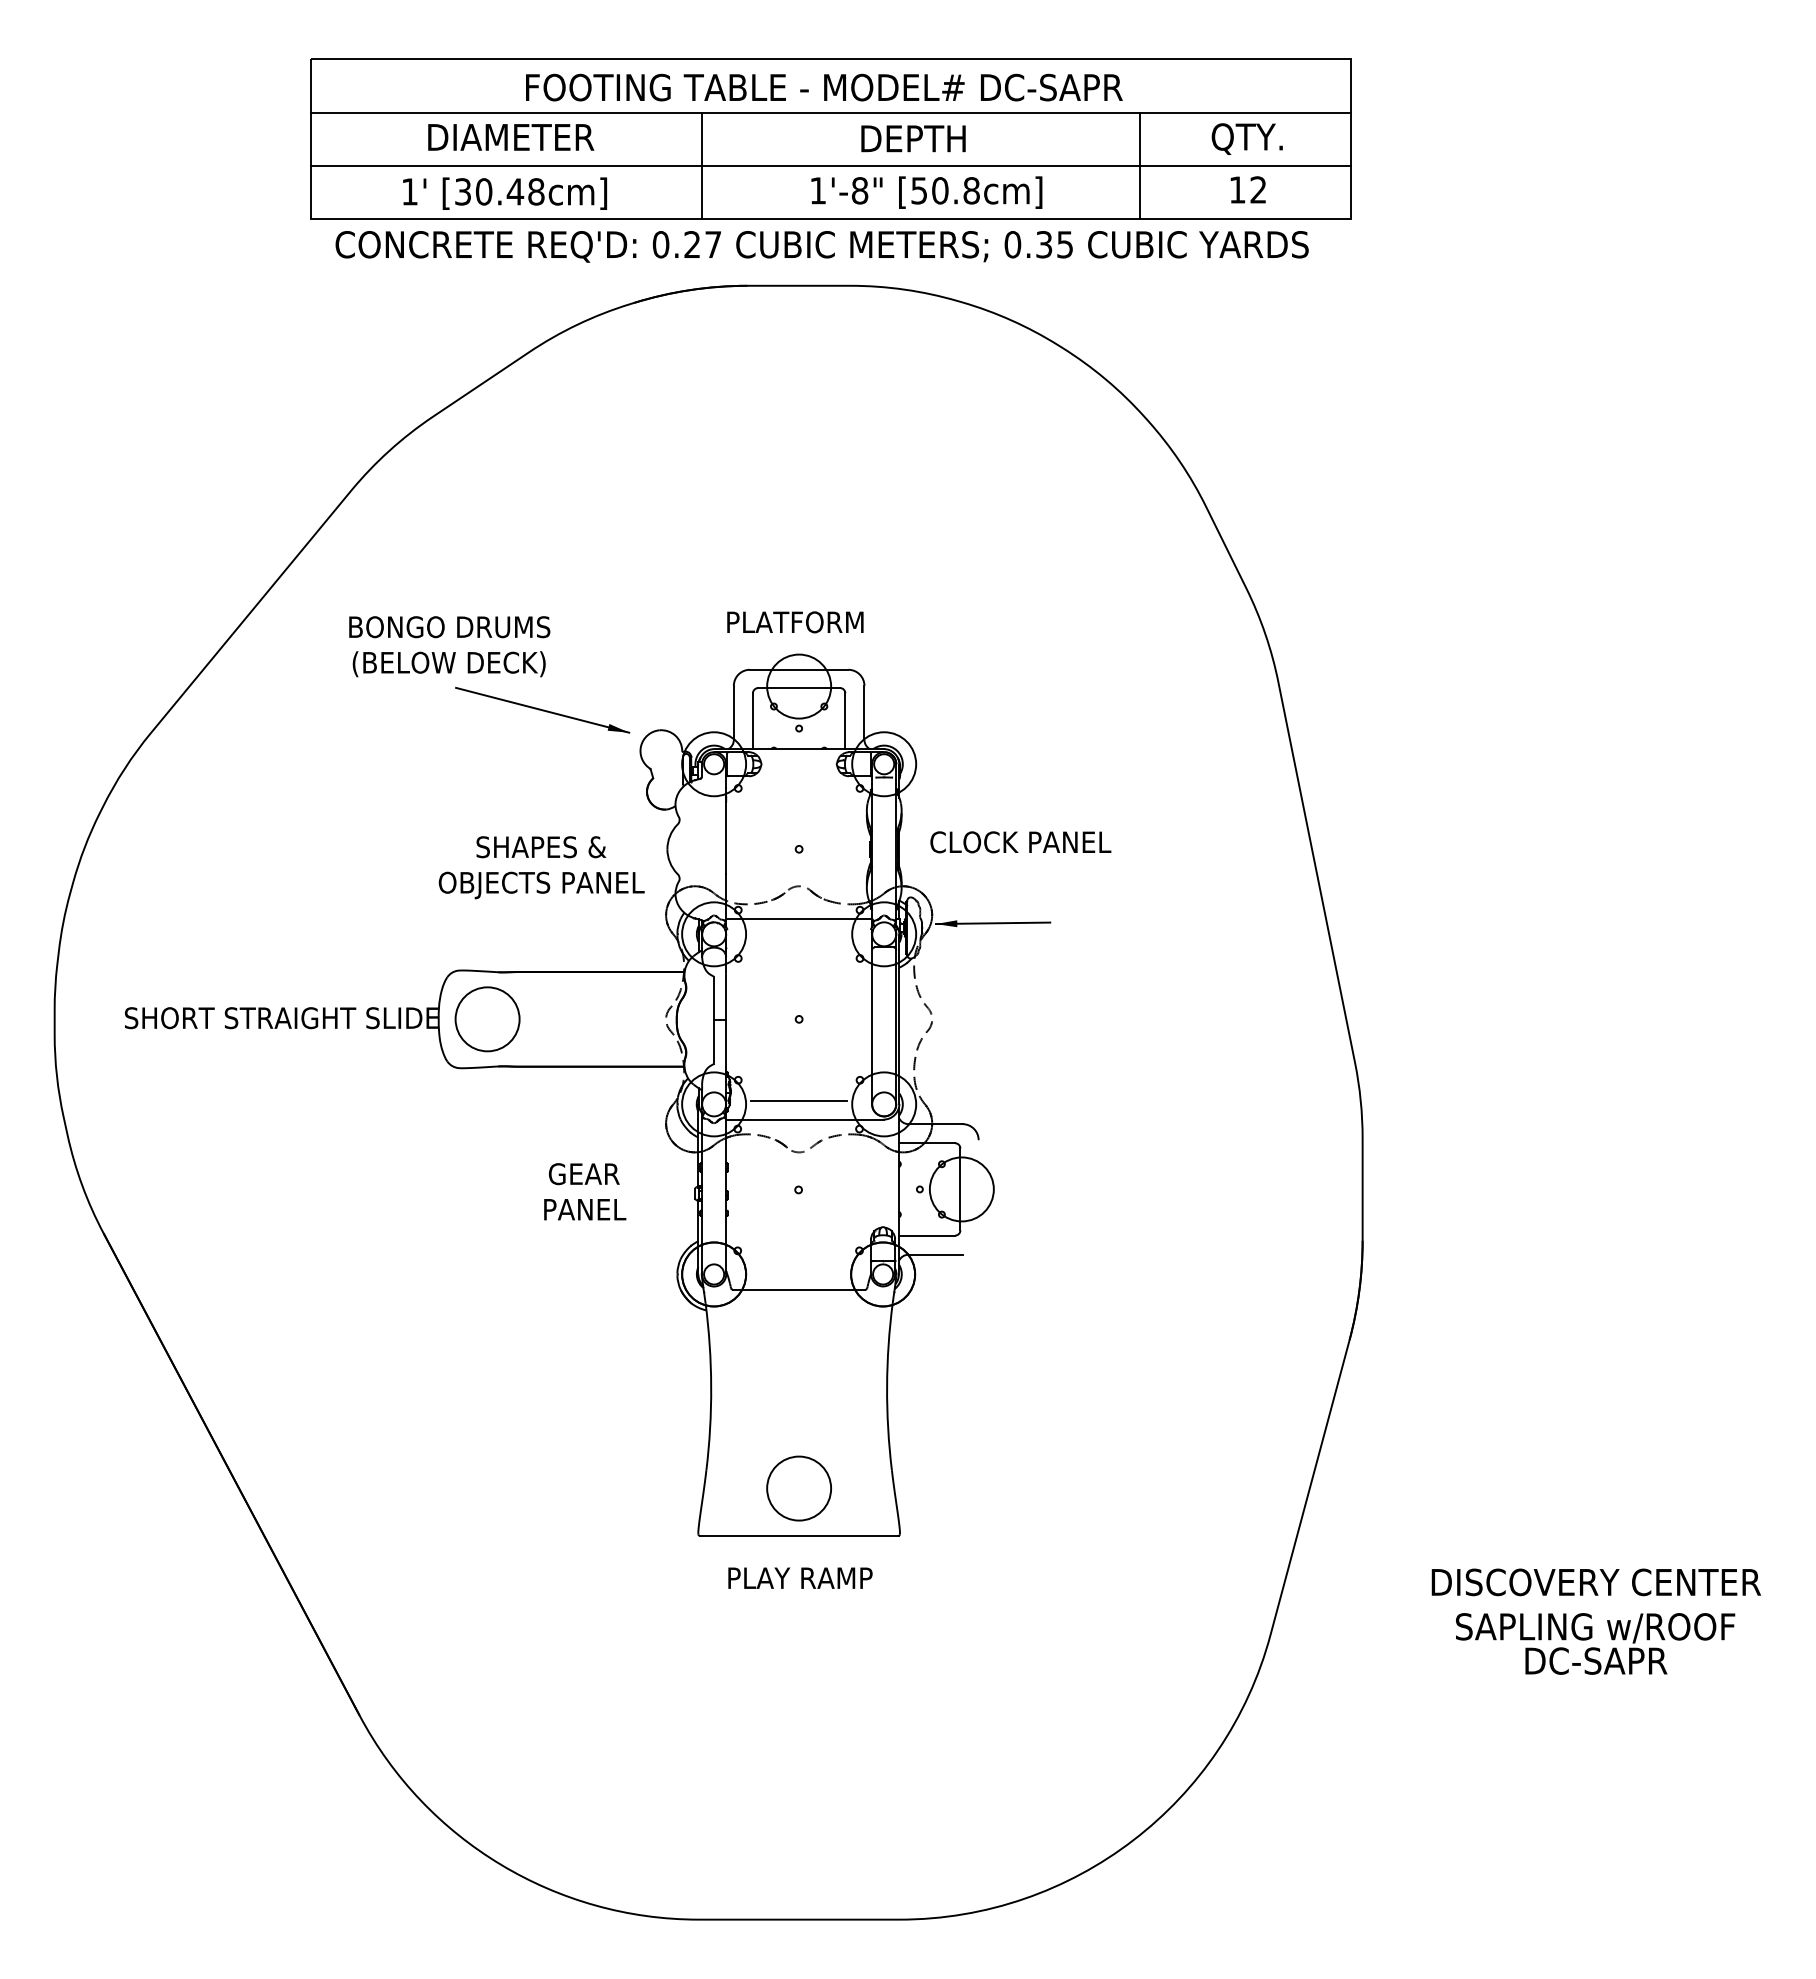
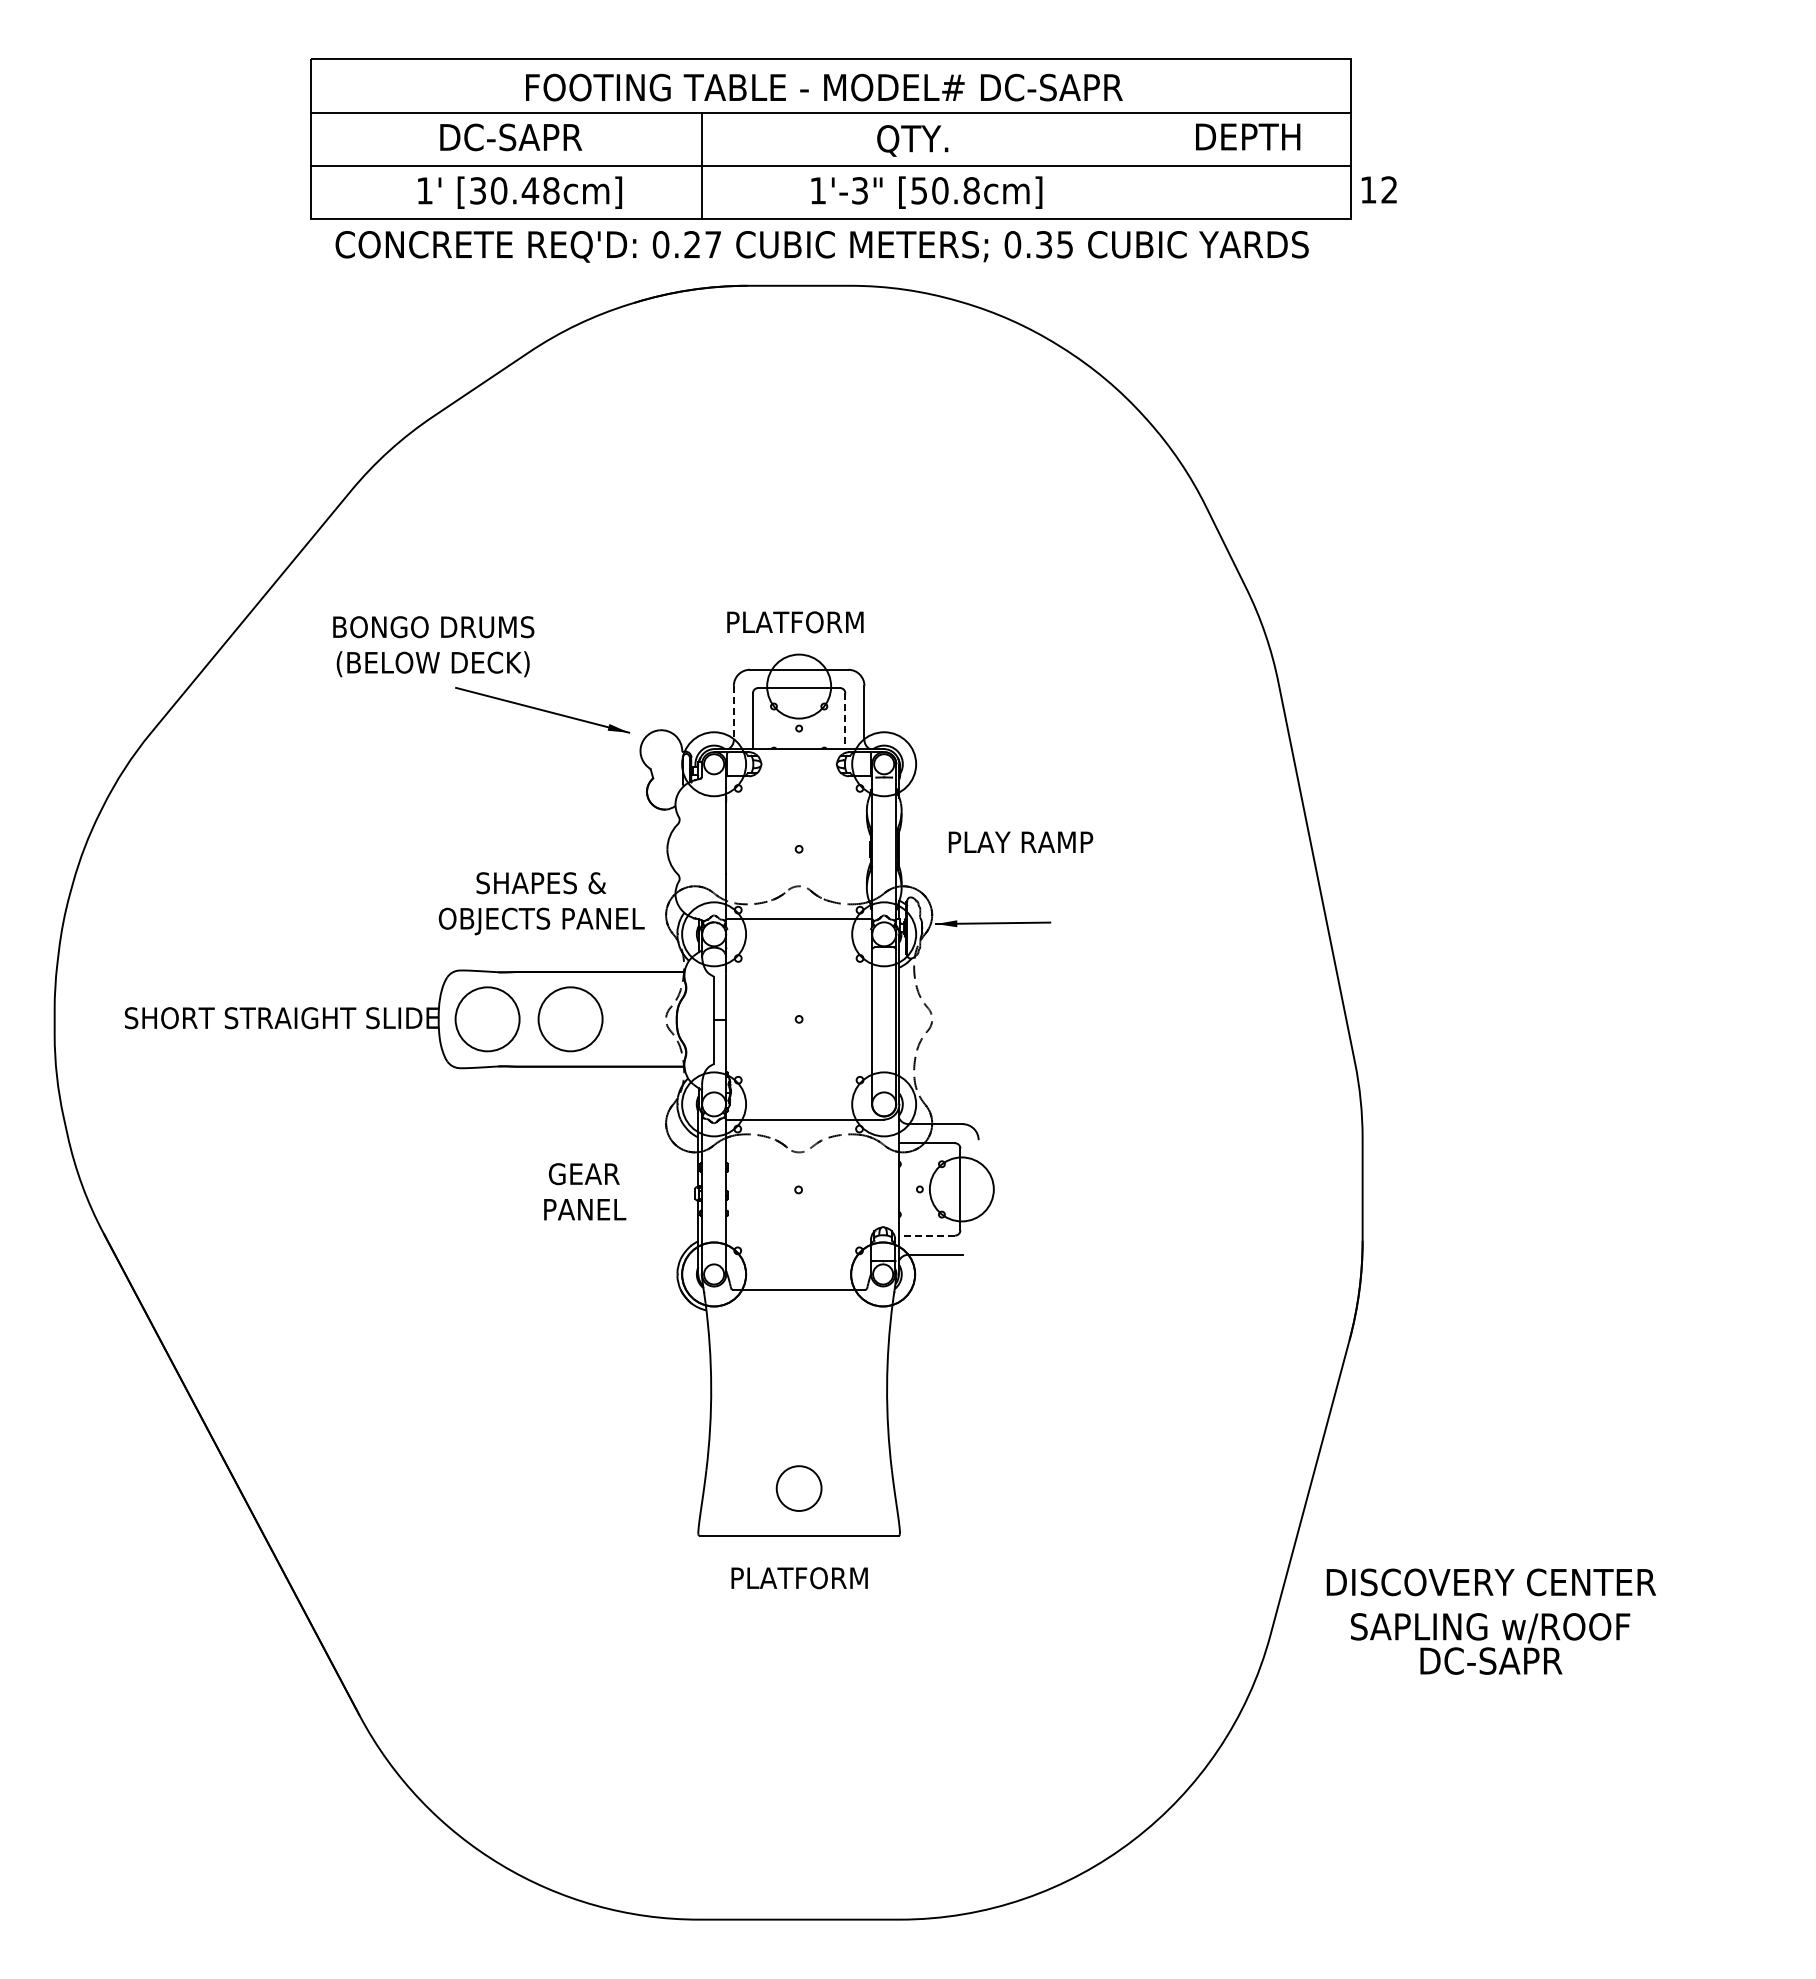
text at (511, 137): DIAMETER -> DC-SAPR
text at (1248, 138): QTY. -> DEPTH
text at (913, 140): DEPTH -> QTY.
line at (1140, 165): present -> none
text at (1247, 189) position: (1247, 189) -> (1378, 189)
text at (859, 190): 1'-8" -> 1'-3"
text at (505, 193) position: (505, 193) -> (520, 192)
text at (449, 646) position: (449, 646) -> (433, 646)
line at (733, 713): solid -> dashed
line at (845, 721): solid -> dashed
text at (1020, 842): CLOCK PANEL -> PLAY RAMP
text at (541, 867) position: (541, 867) -> (541, 903)
circle at (570, 1019): none -> present
line at (799, 1100): present -> none
line at (926, 1235): solid -> dashed
circle at (799, 1488) diameter: 64 px -> 45 px
text at (800, 1578): PLAY RAMP -> PLATFORM
text at (1595, 1621) position: (1595, 1621) -> (1490, 1621)
